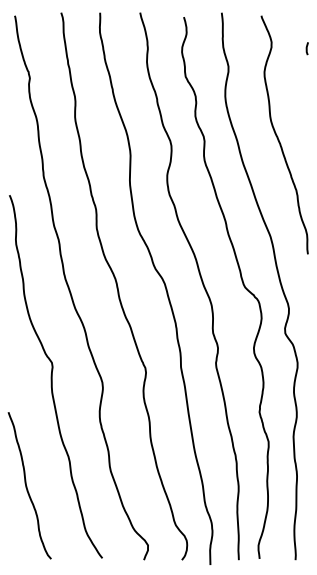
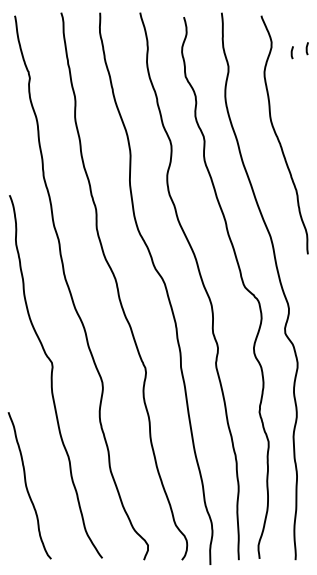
curve at (291, 52): none -> present
